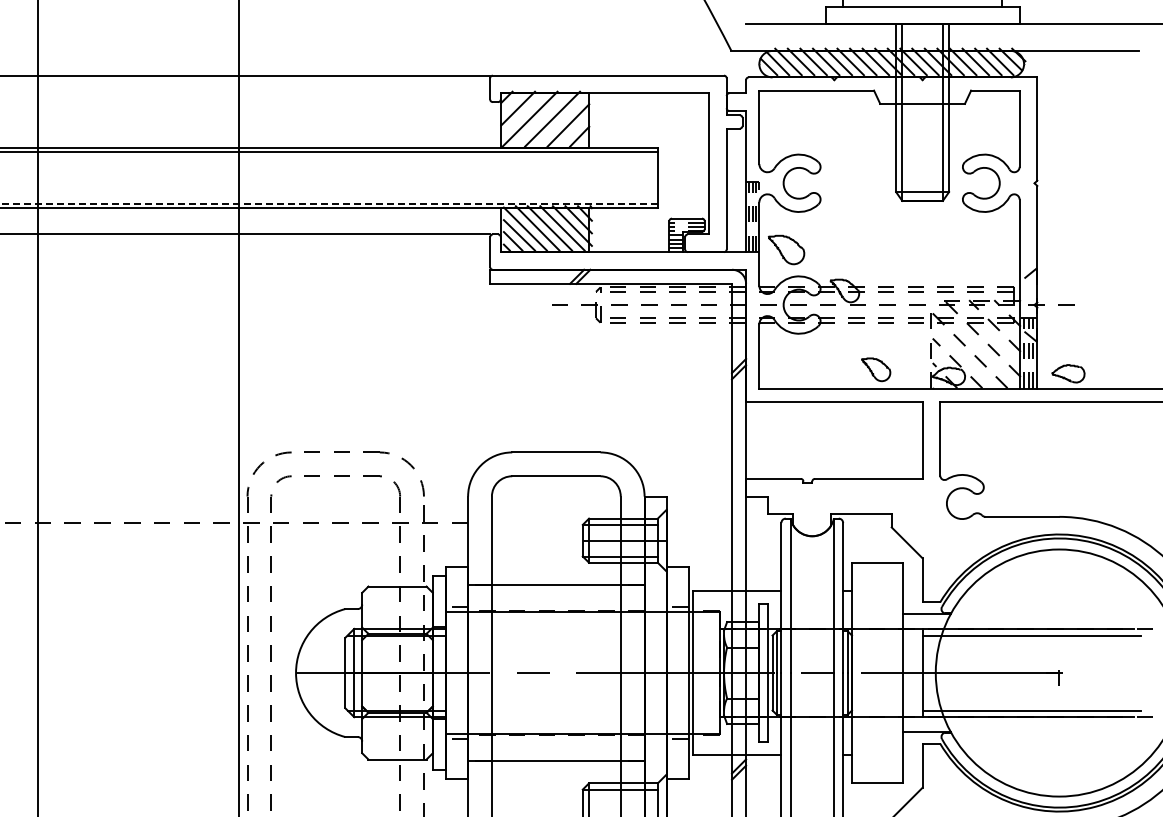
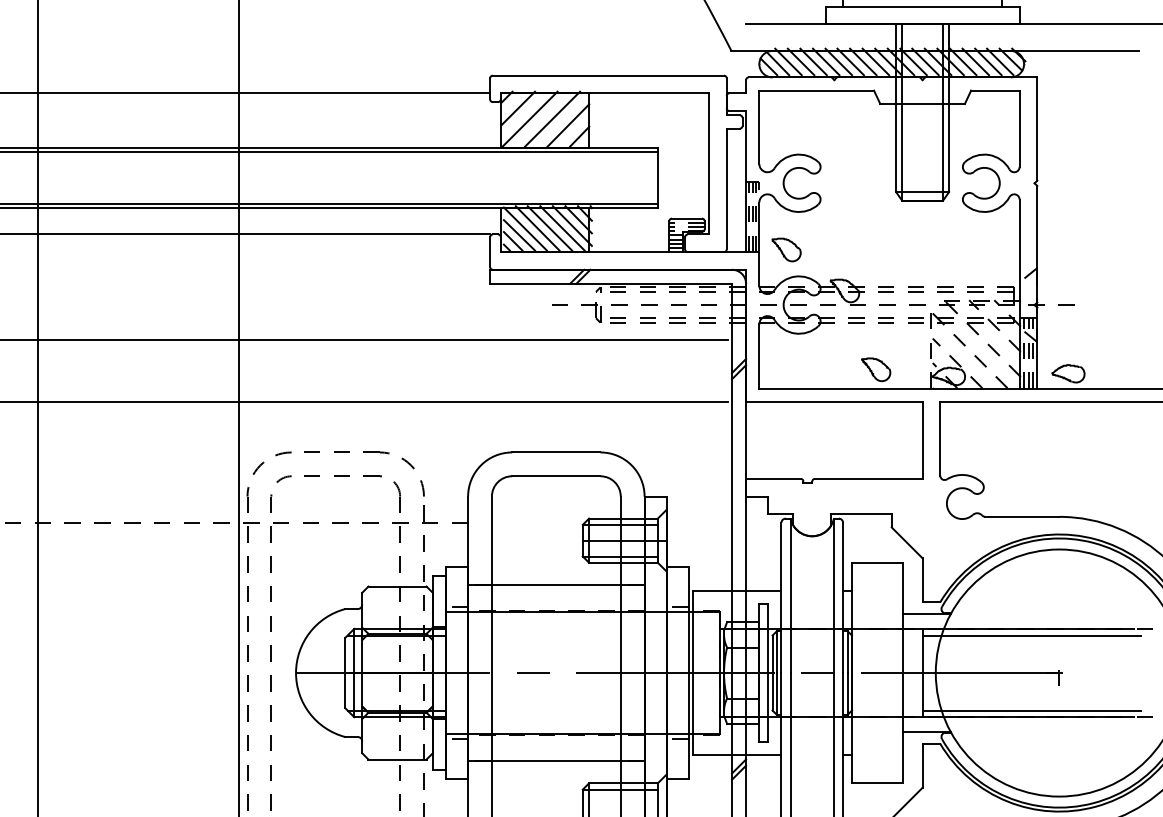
line at (246, 76) position: (246, 76) -> (246, 93)
line at (328, 203): dashed -> solid
part at (786, 249) size: 38x32 px -> 31x26 px
line at (365, 340): none -> present
line at (365, 402): none -> present
